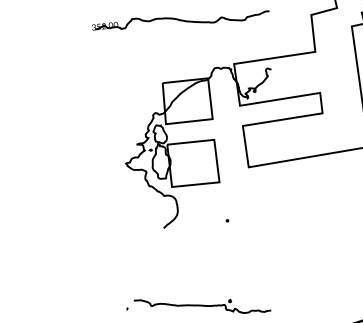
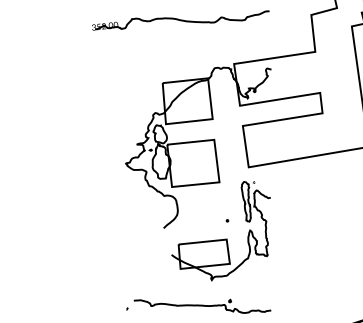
part at (220, 239): none -> present
